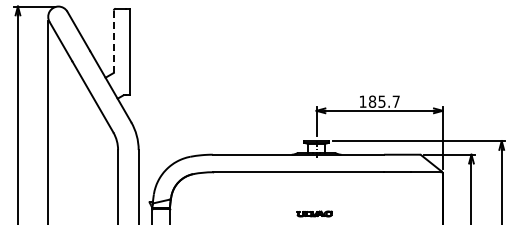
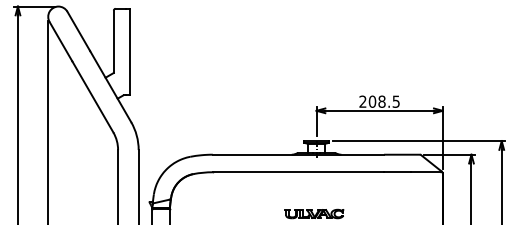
line at (113, 41): dashed -> solid
text at (379, 101): 185.7 -> 208.5
part at (314, 213) size: 37x8 px -> 61x12 px
